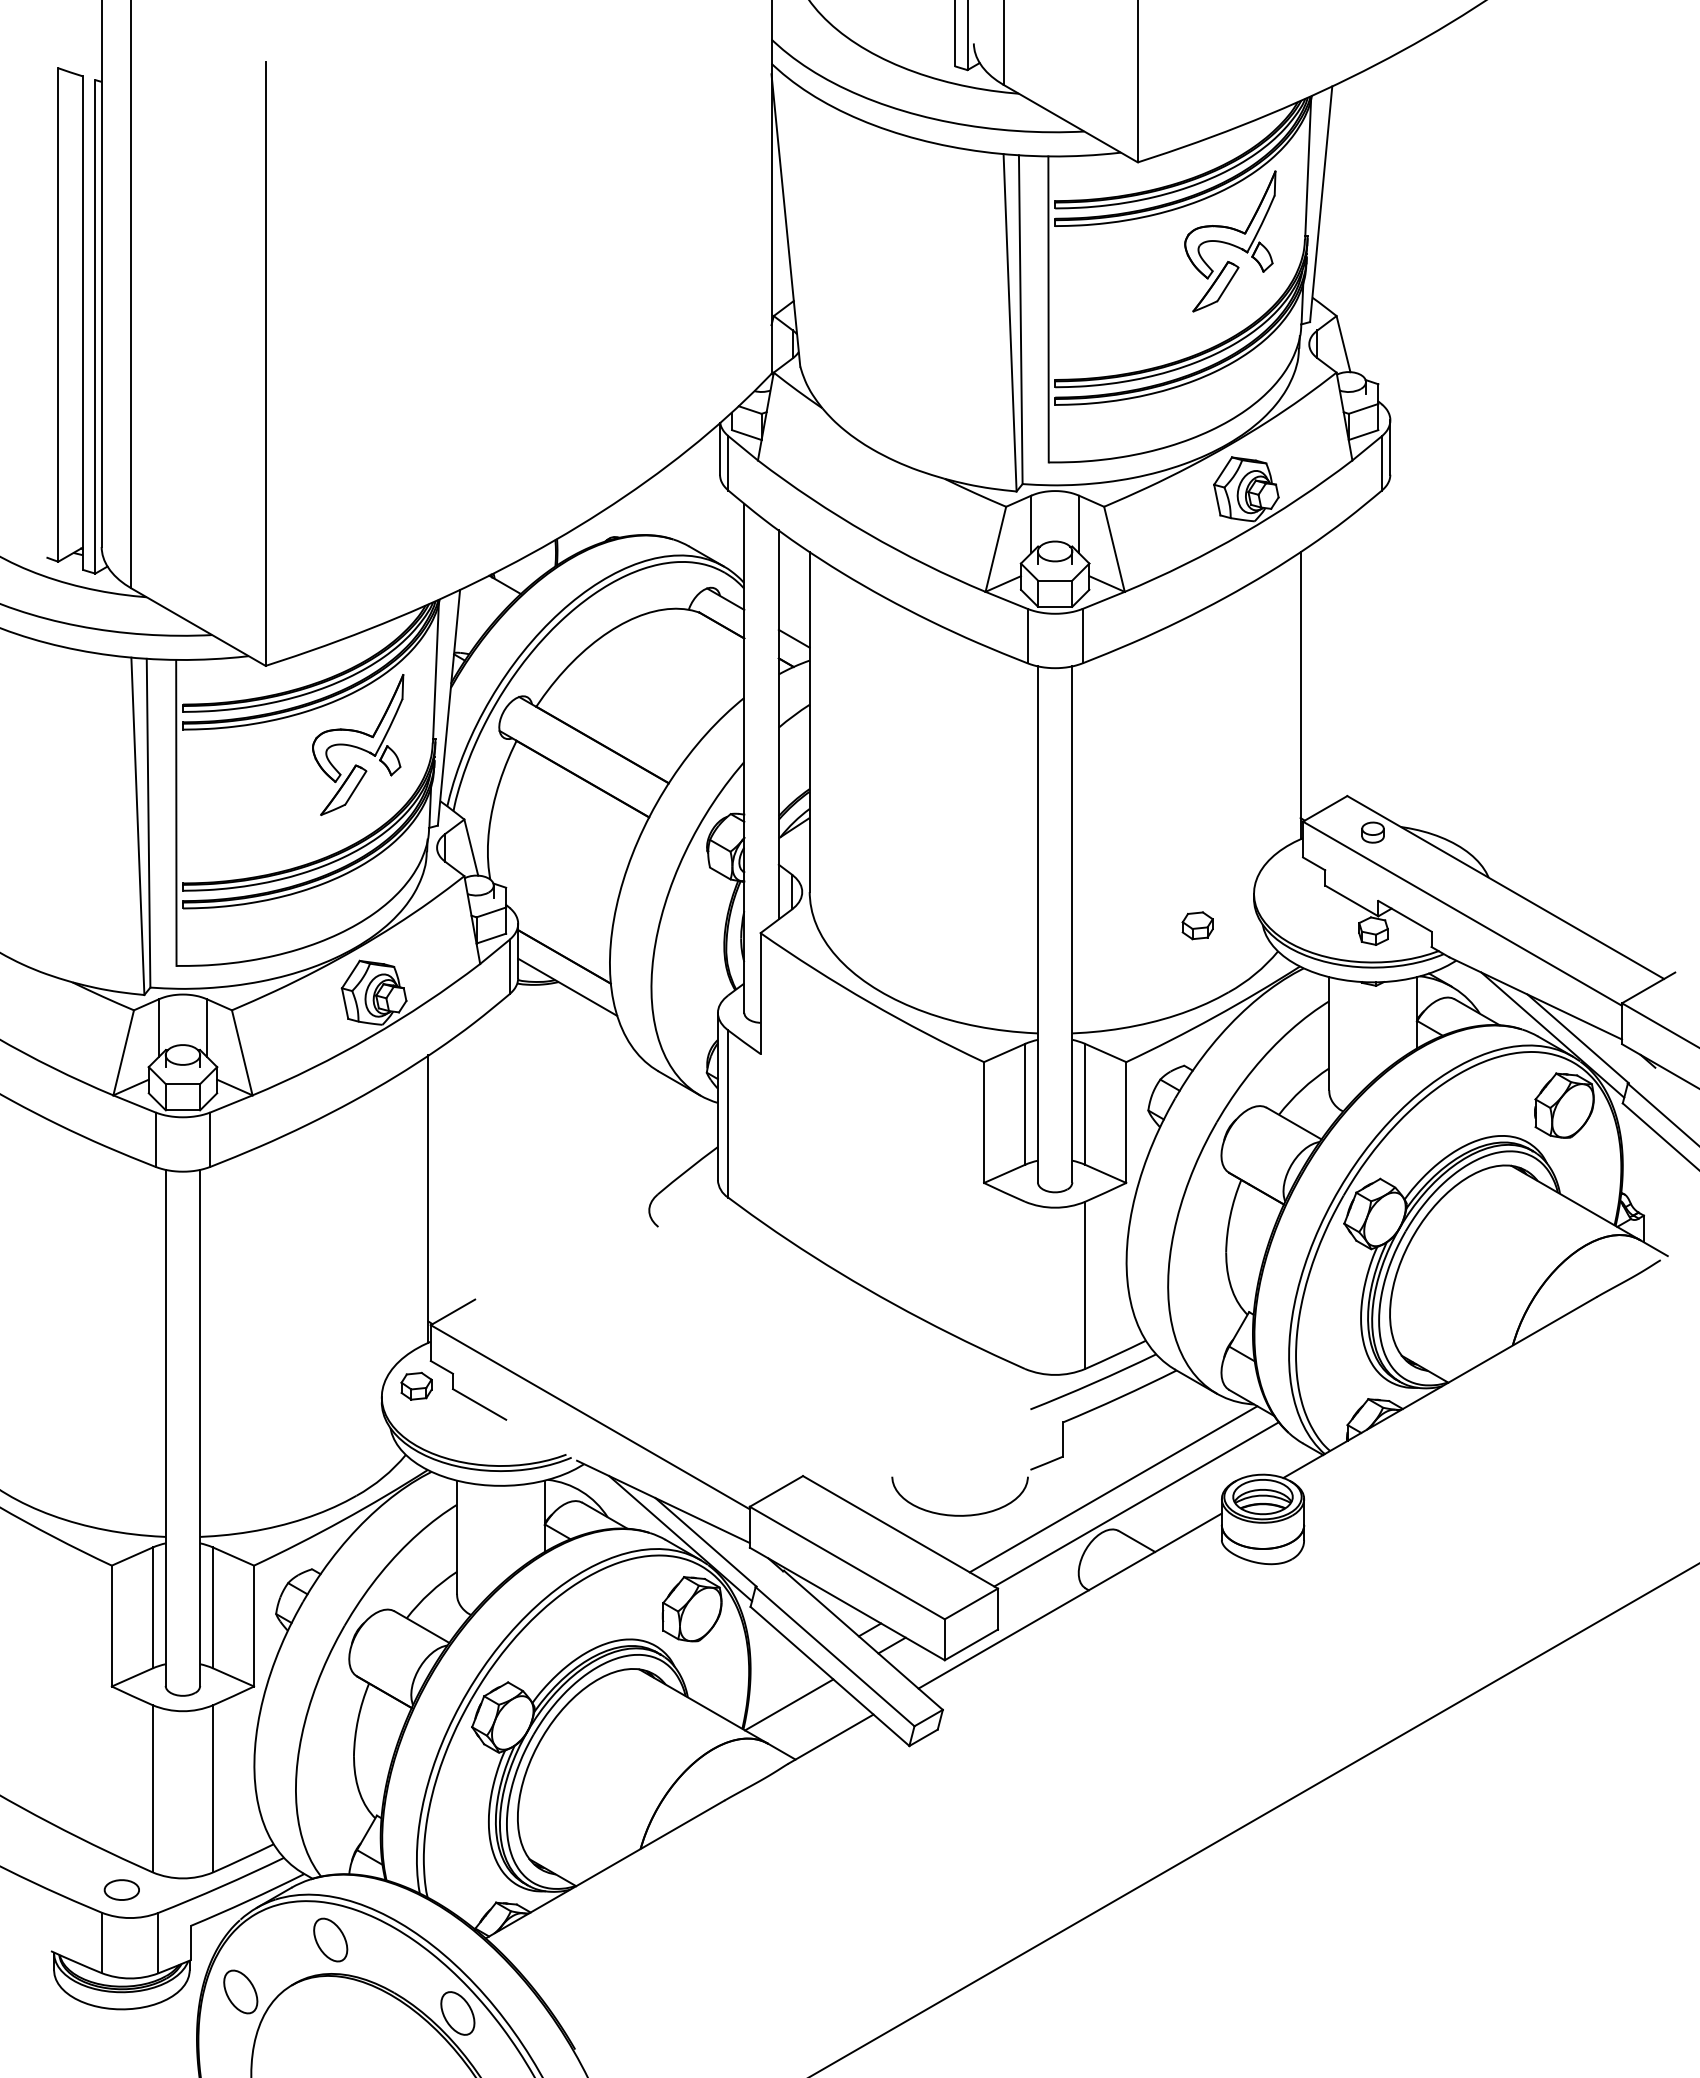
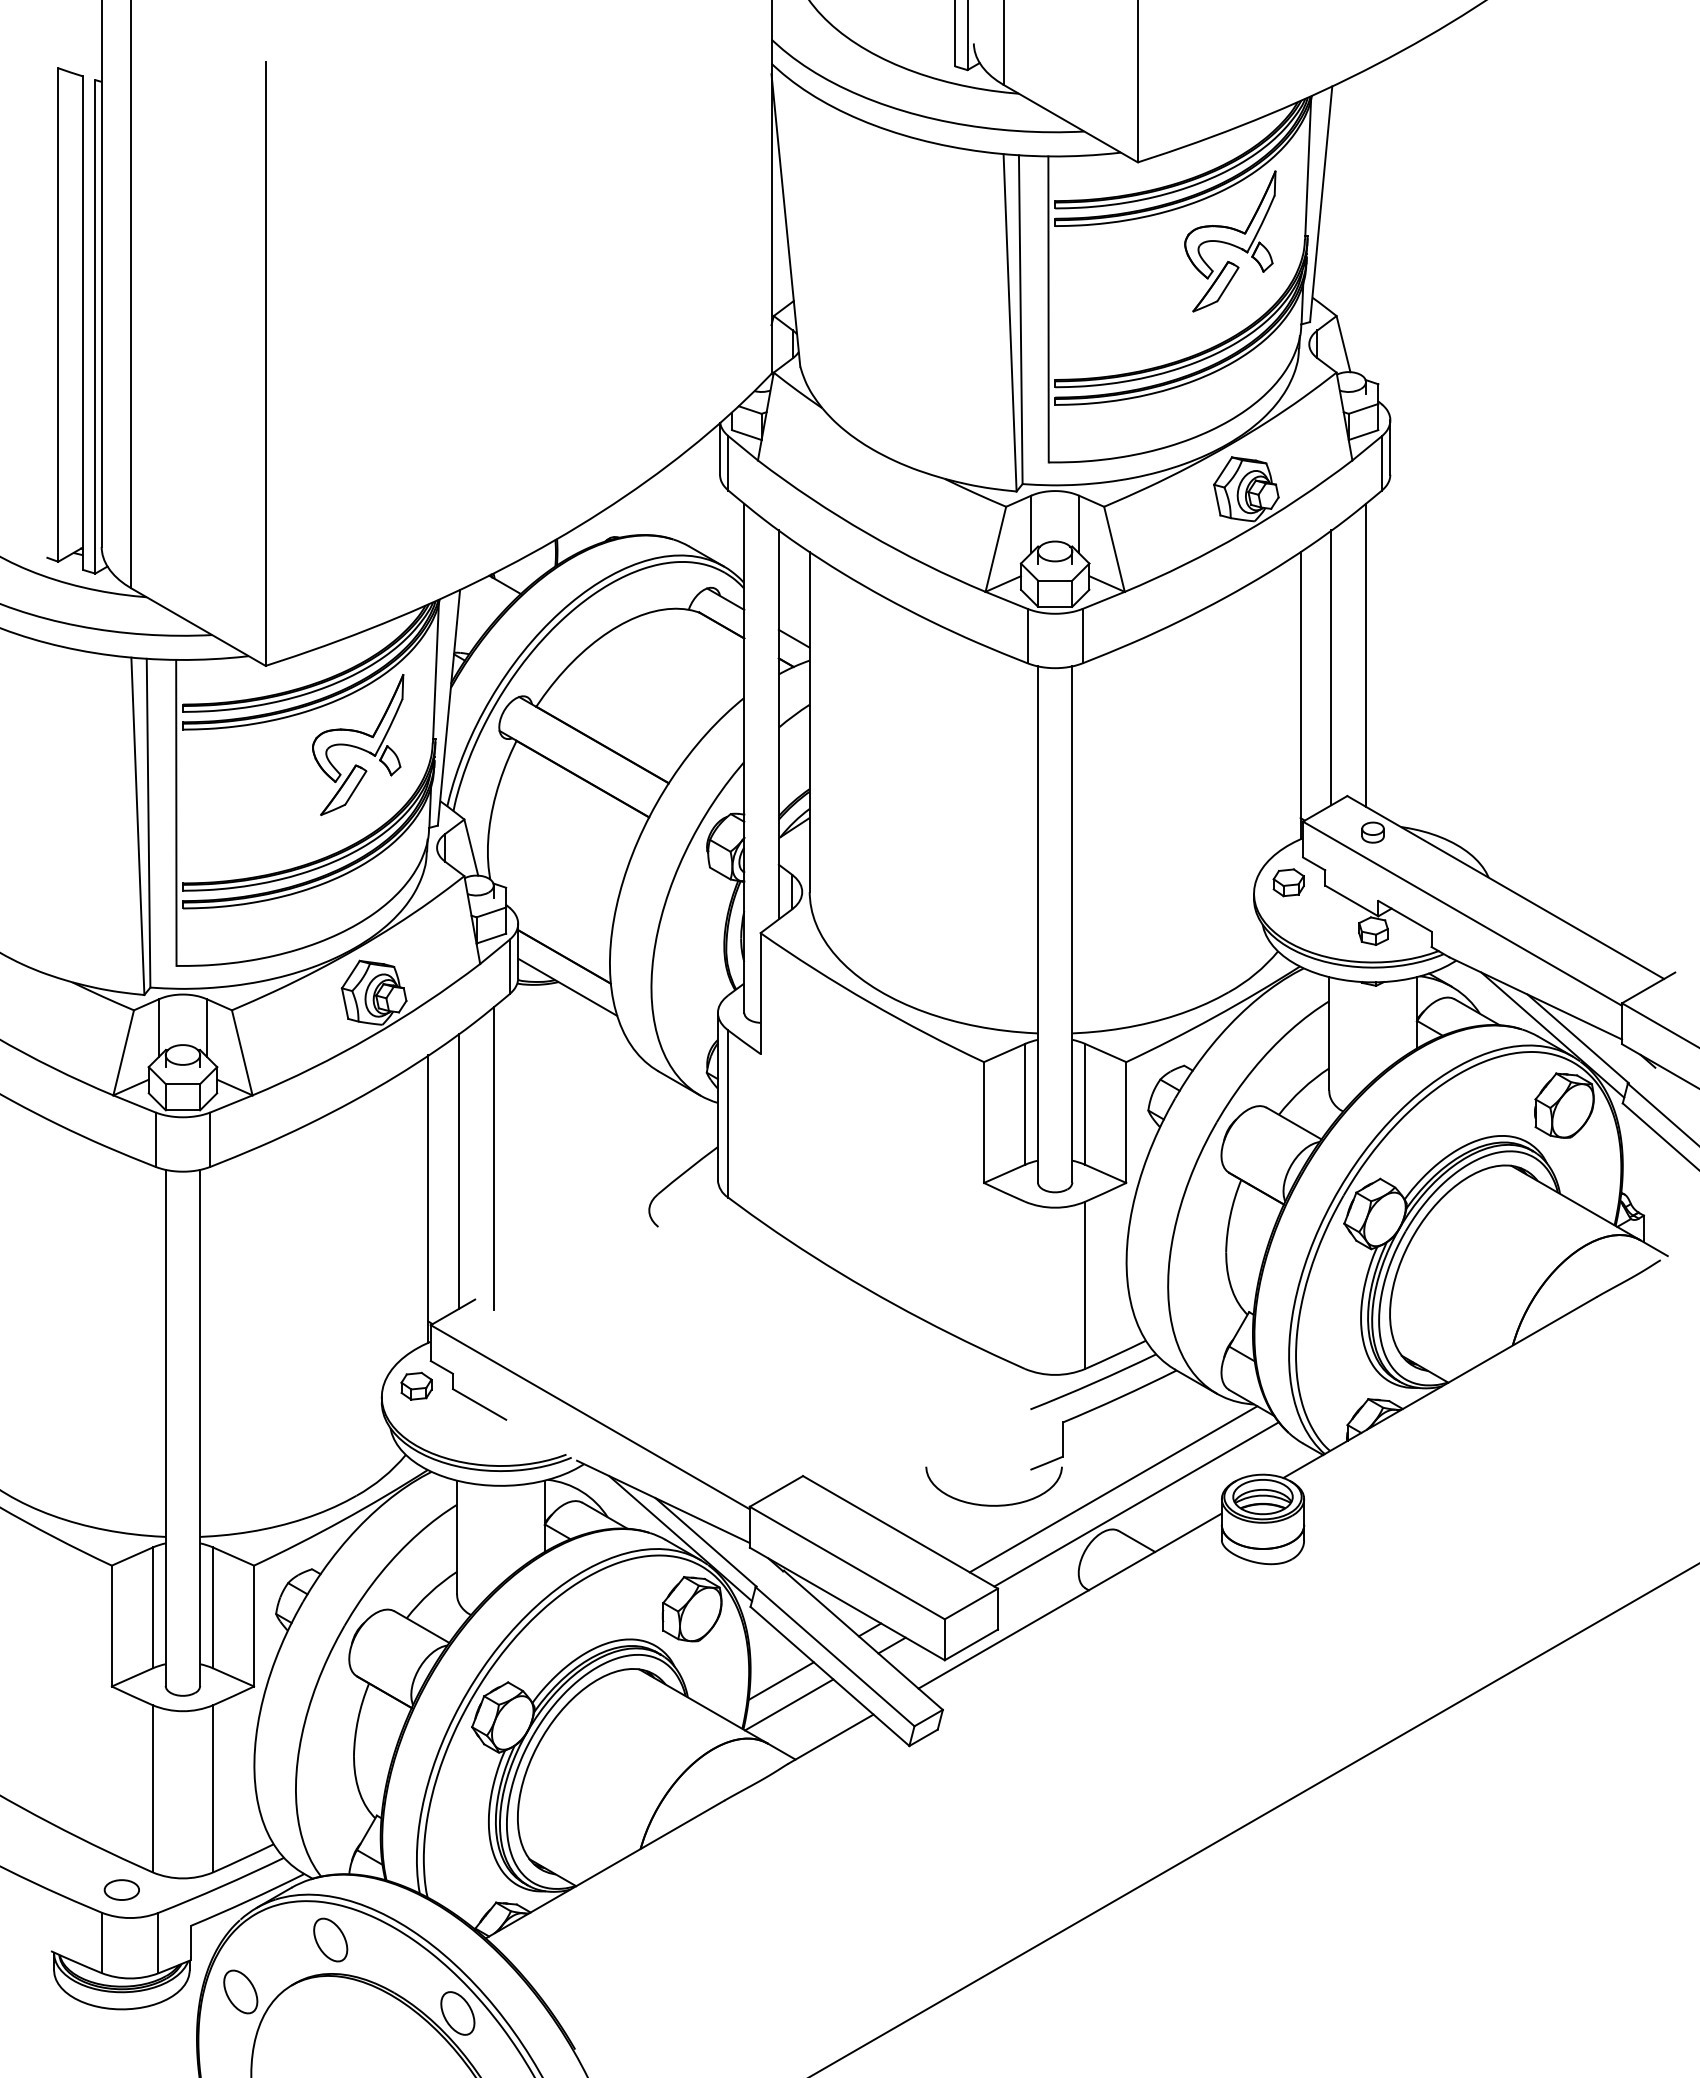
line at (1366, 654): none -> present
line at (1331, 667): none -> present
part at (1197, 925) position: (1197, 925) -> (1288, 882)
line at (493, 1158): none -> present
line at (459, 1170): none -> present
curve at (959, 1514) position: (959, 1514) -> (993, 1504)
line at (780, 1681): none -> present
